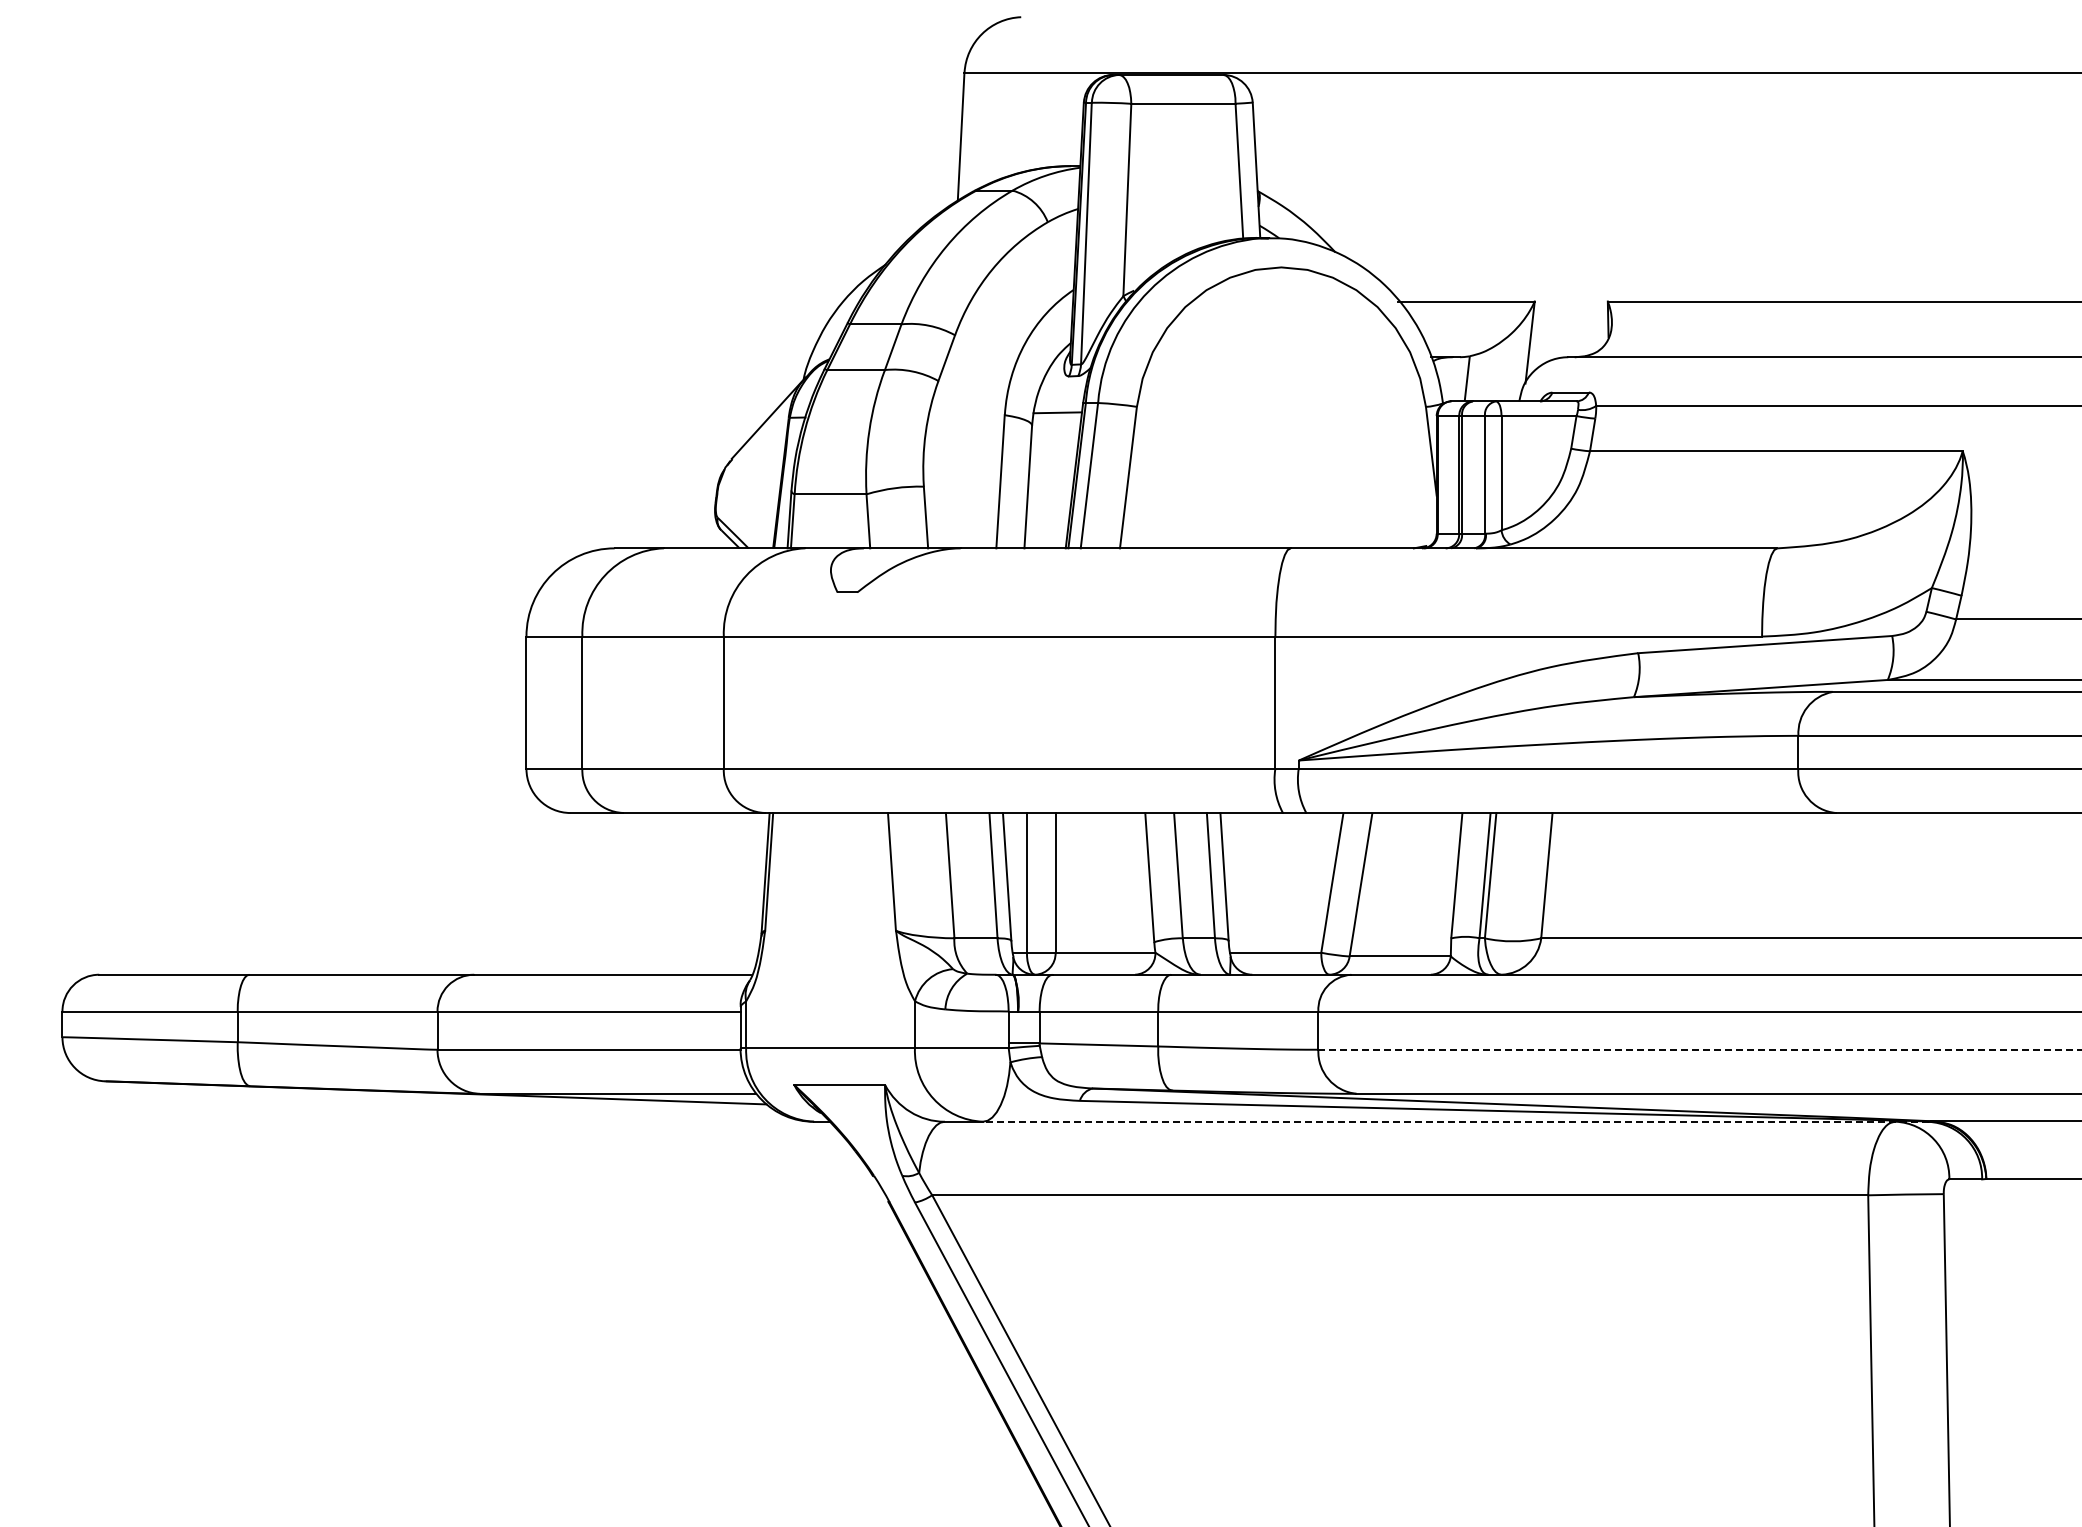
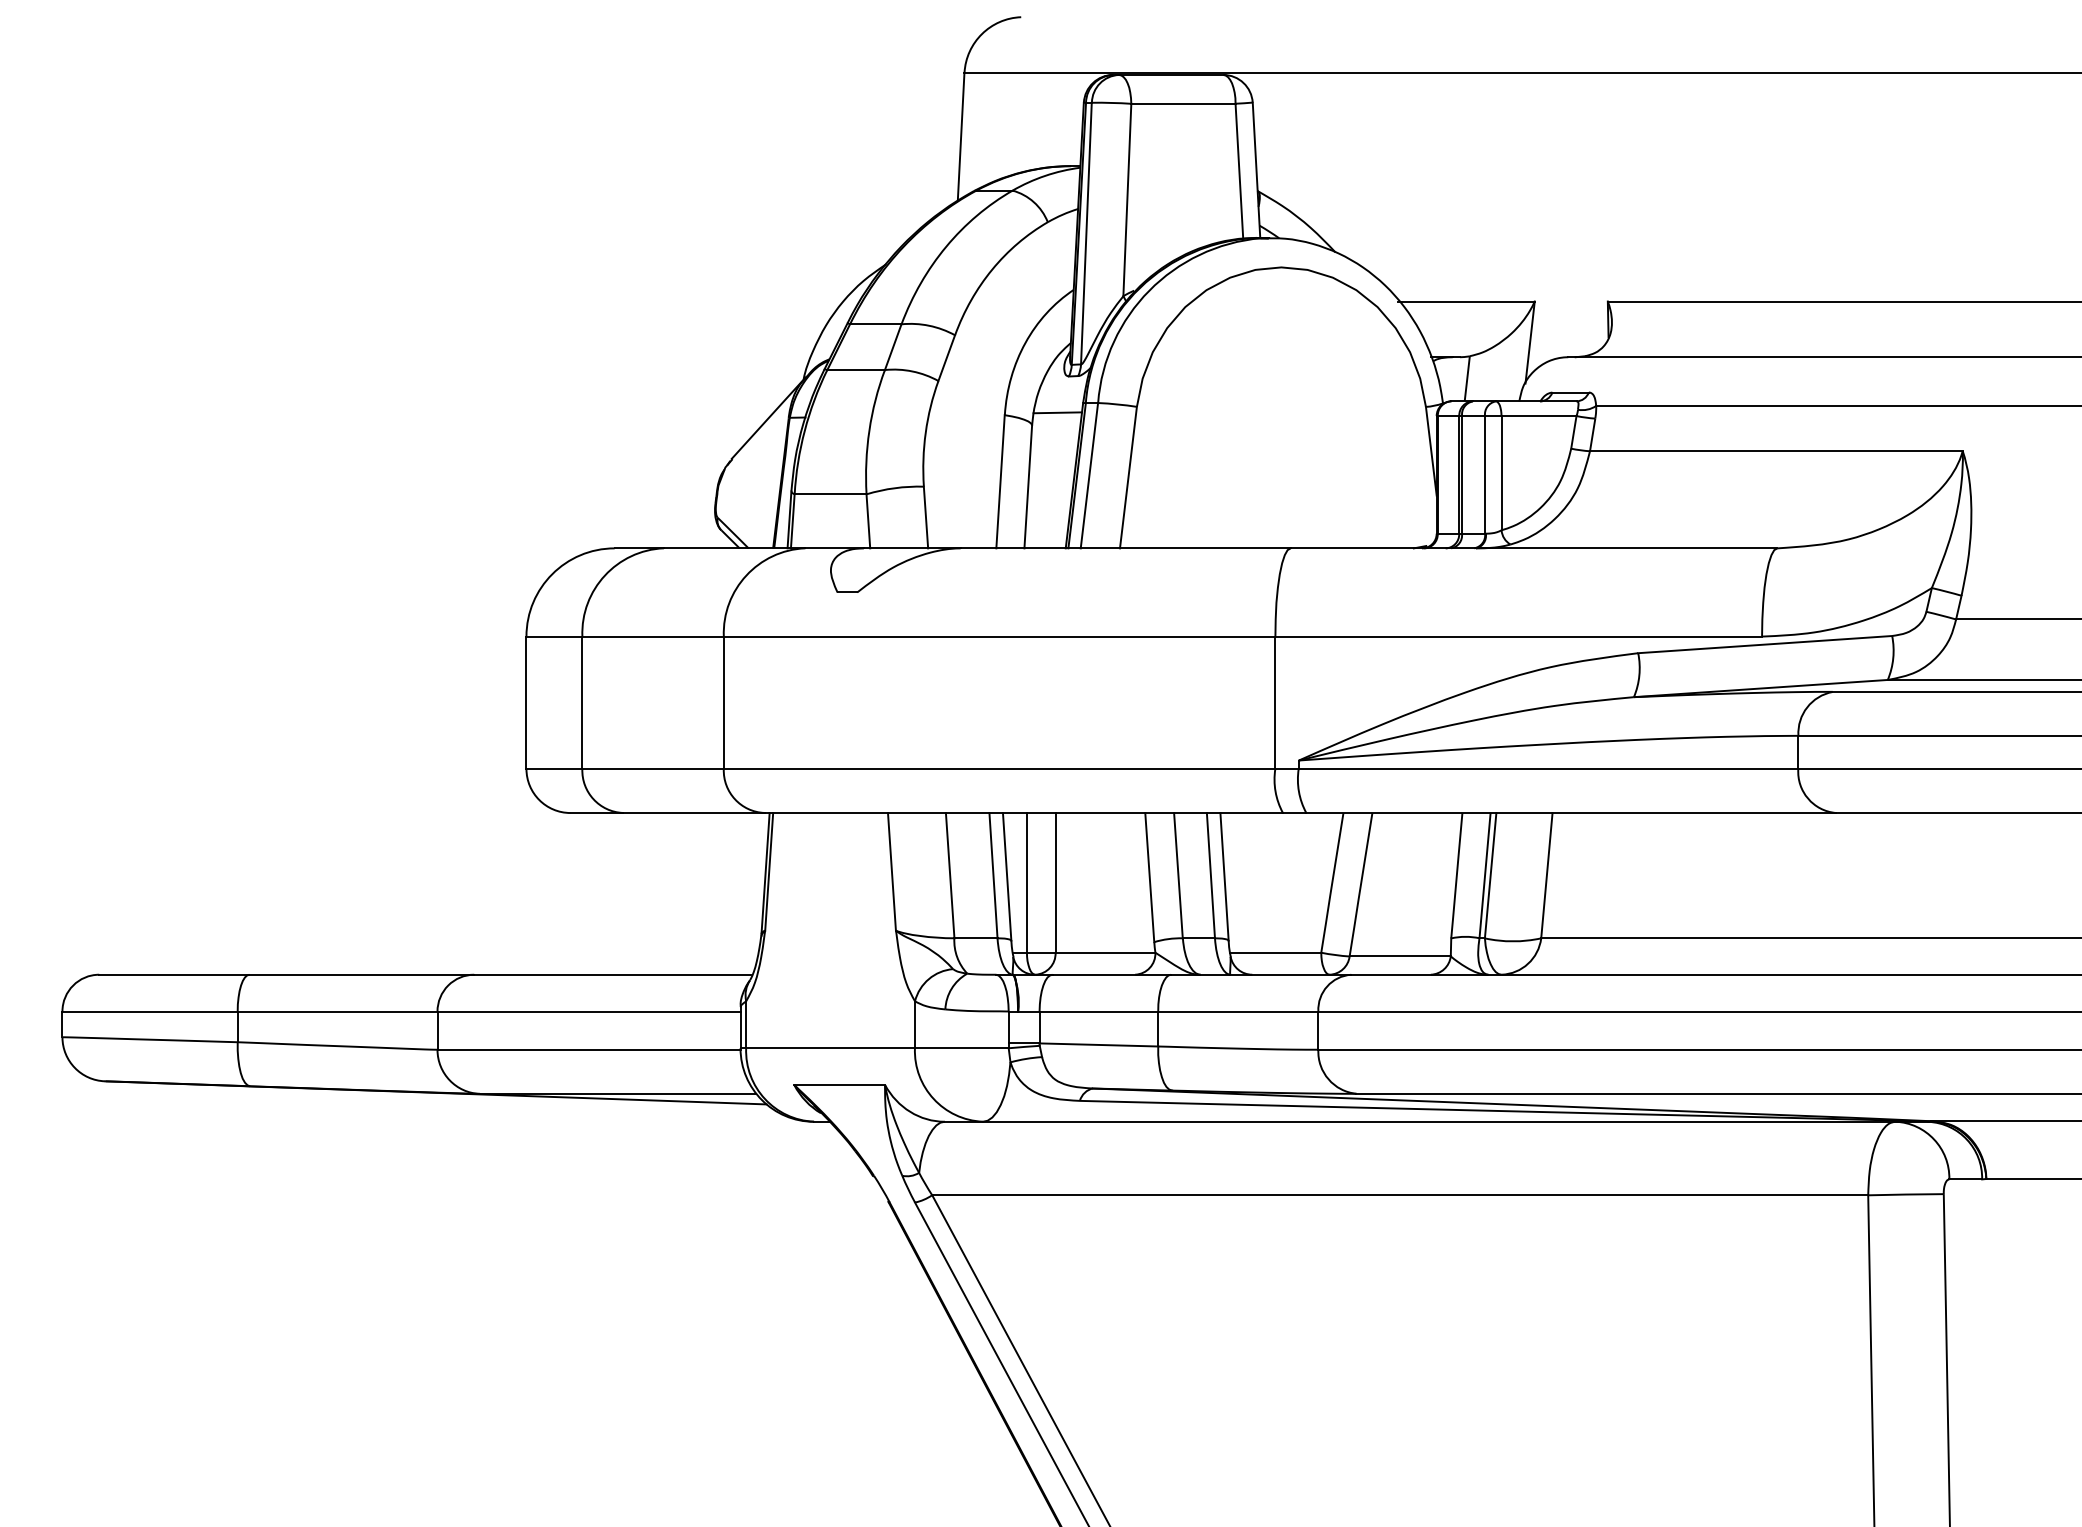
line at (1700, 1049): dashed -> solid
line at (1455, 1121): dashed -> solid
